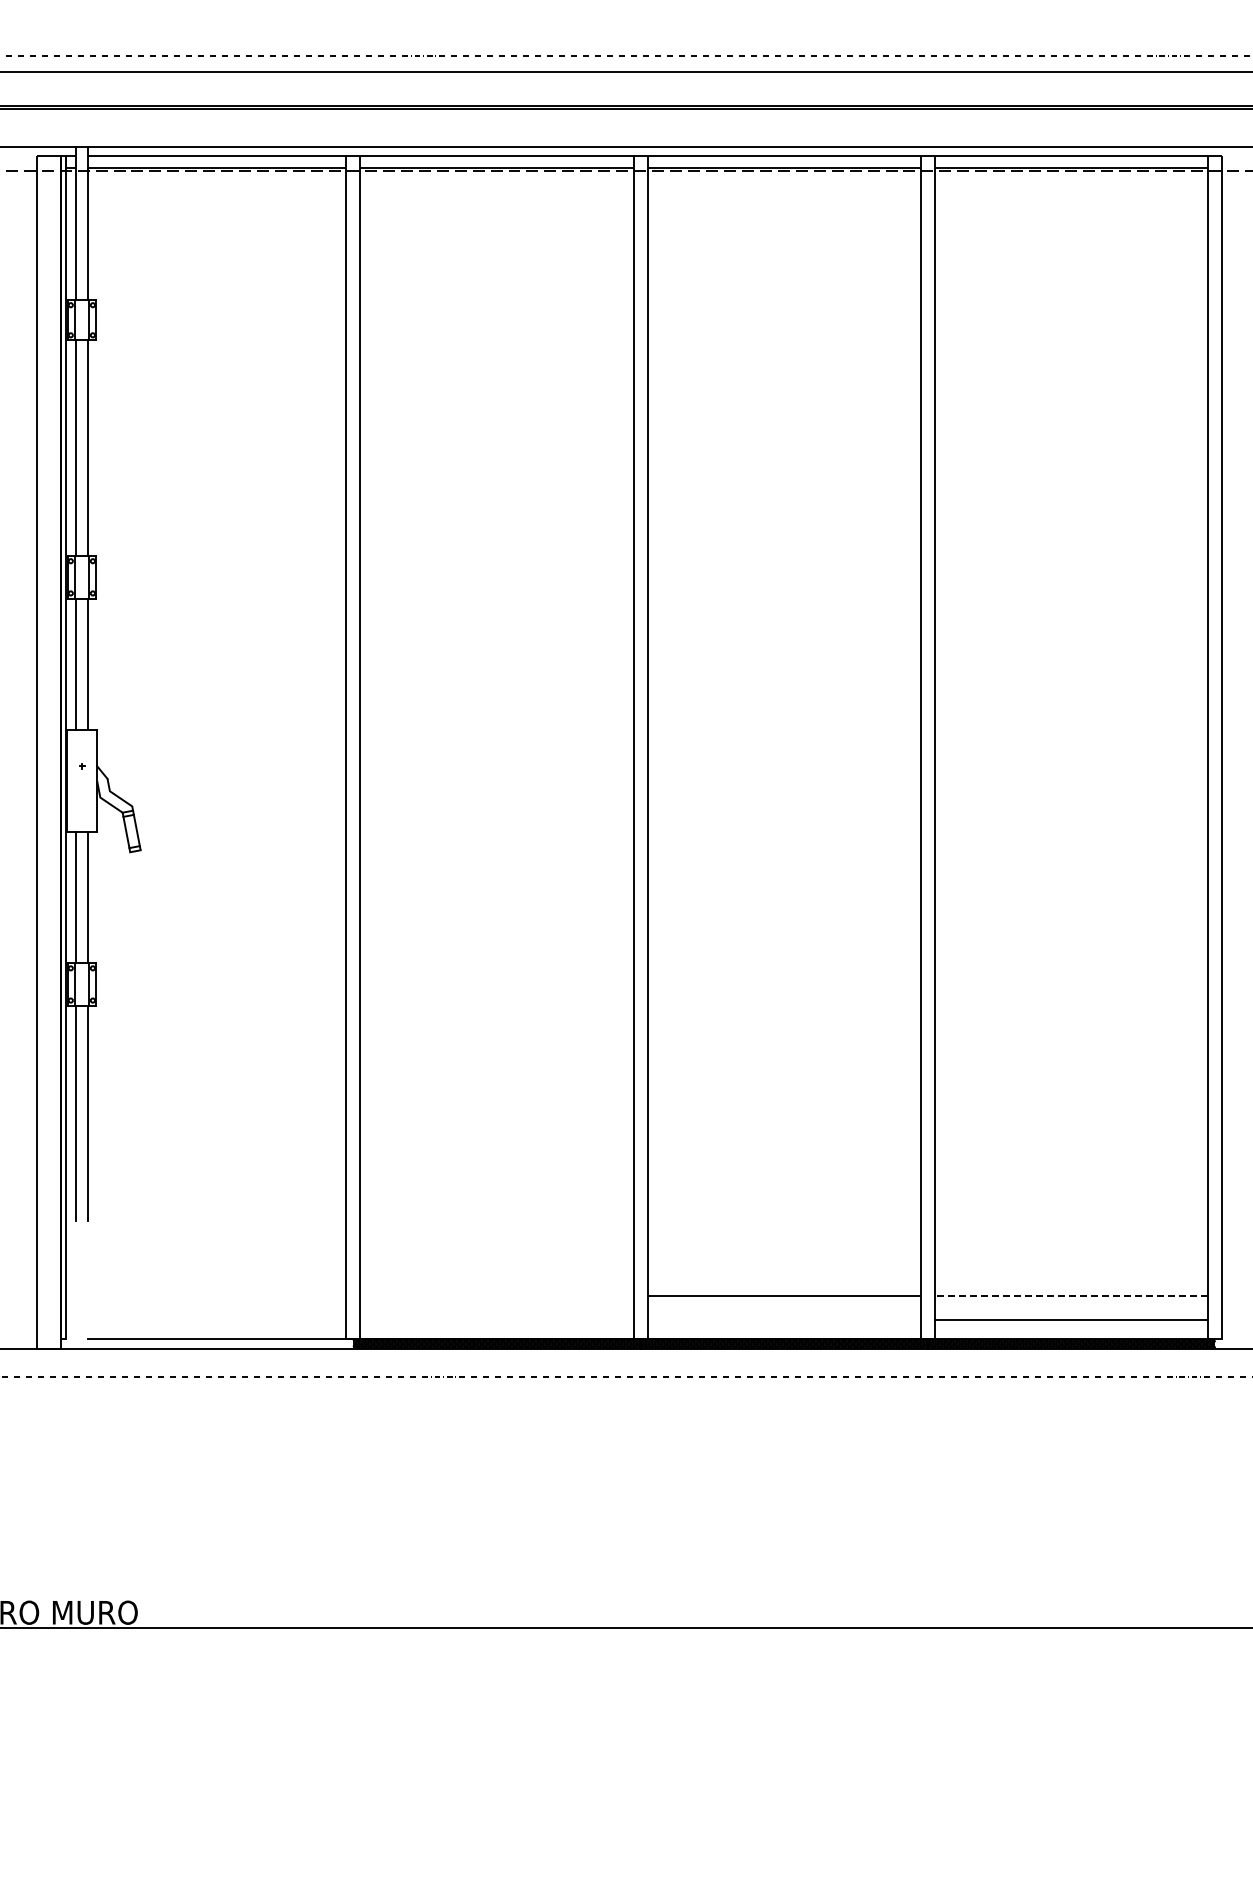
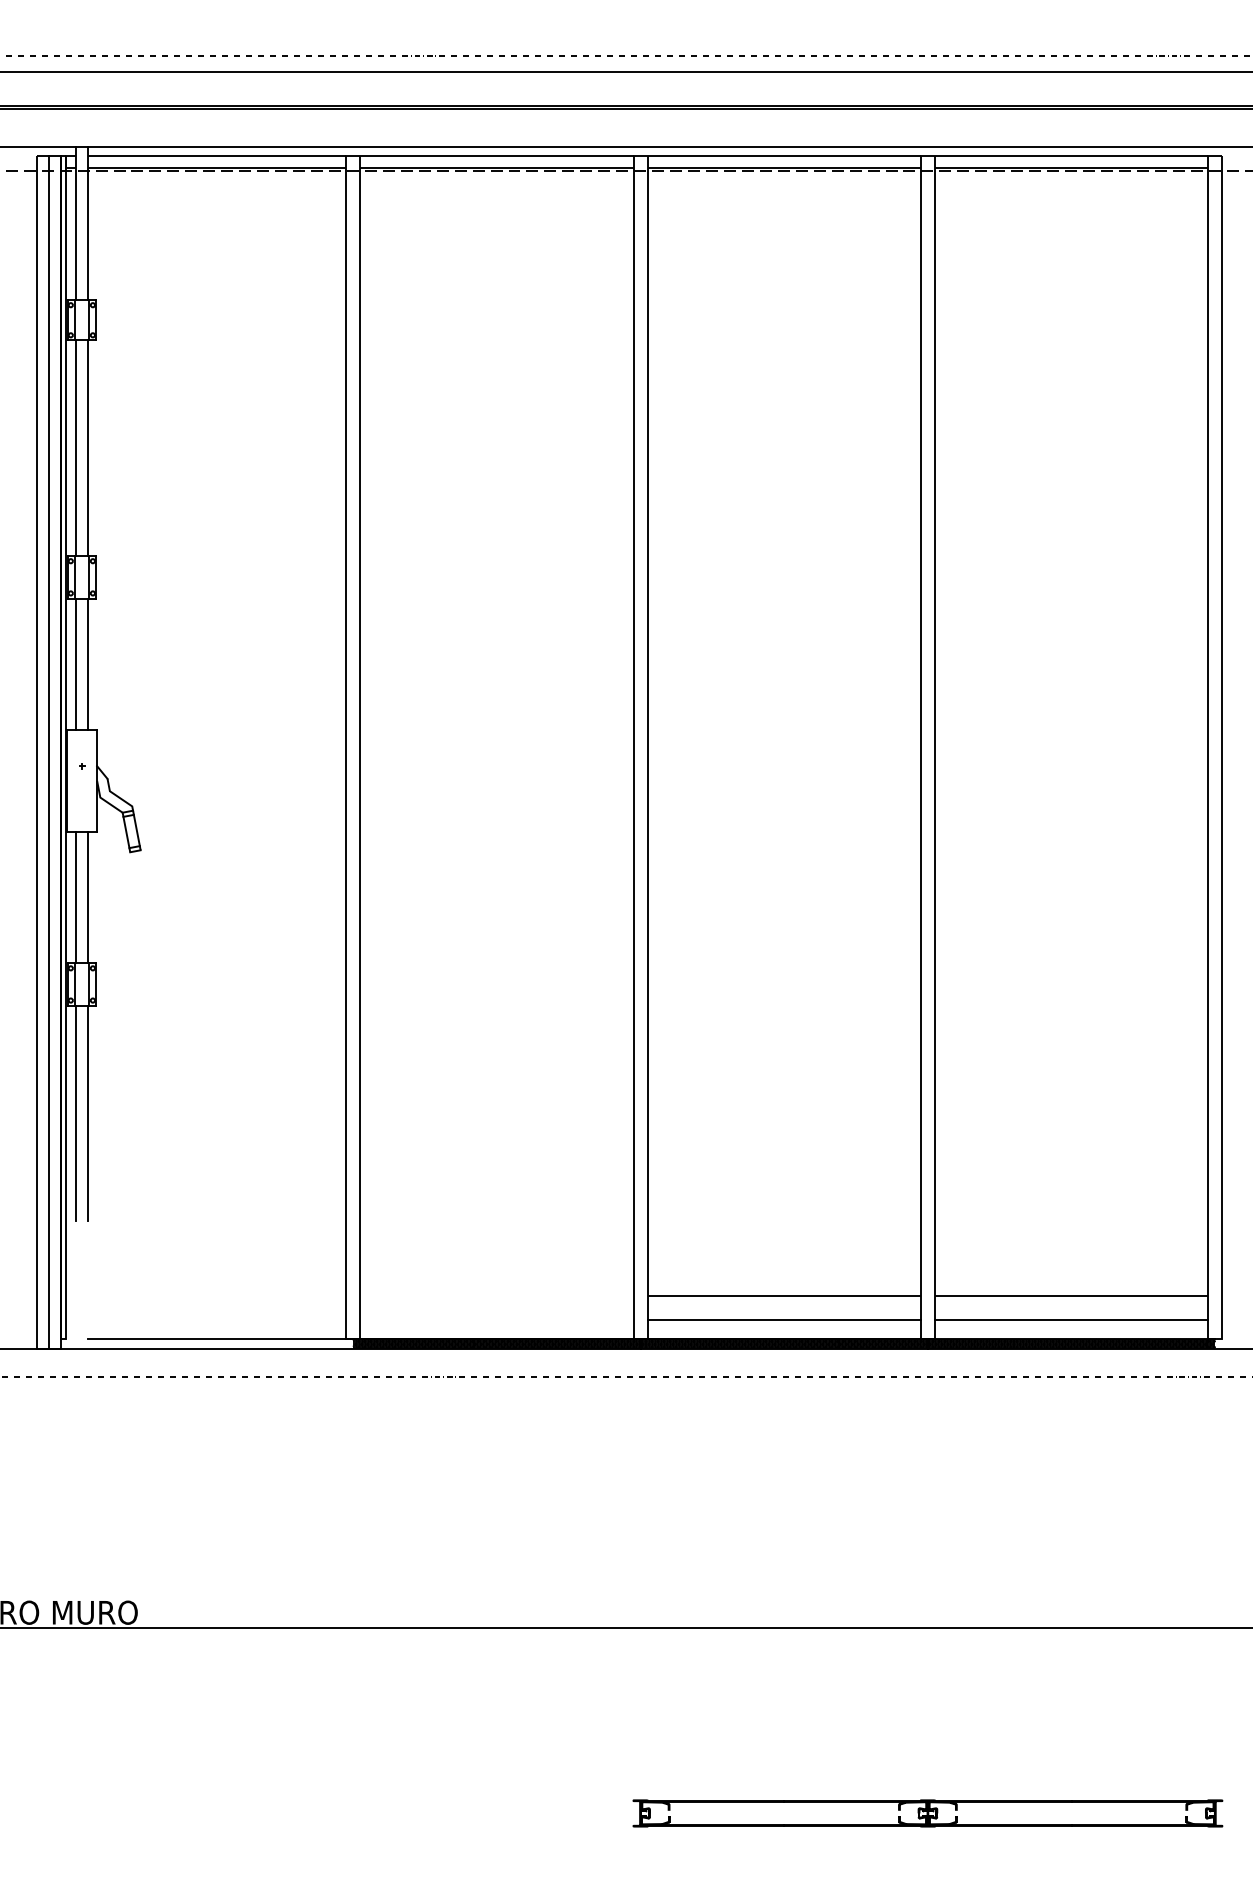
line at (48, 751): none -> present
line at (1071, 1296): dashed -> solid
line at (783, 1319): none -> present
part at (927, 1813): none -> present
